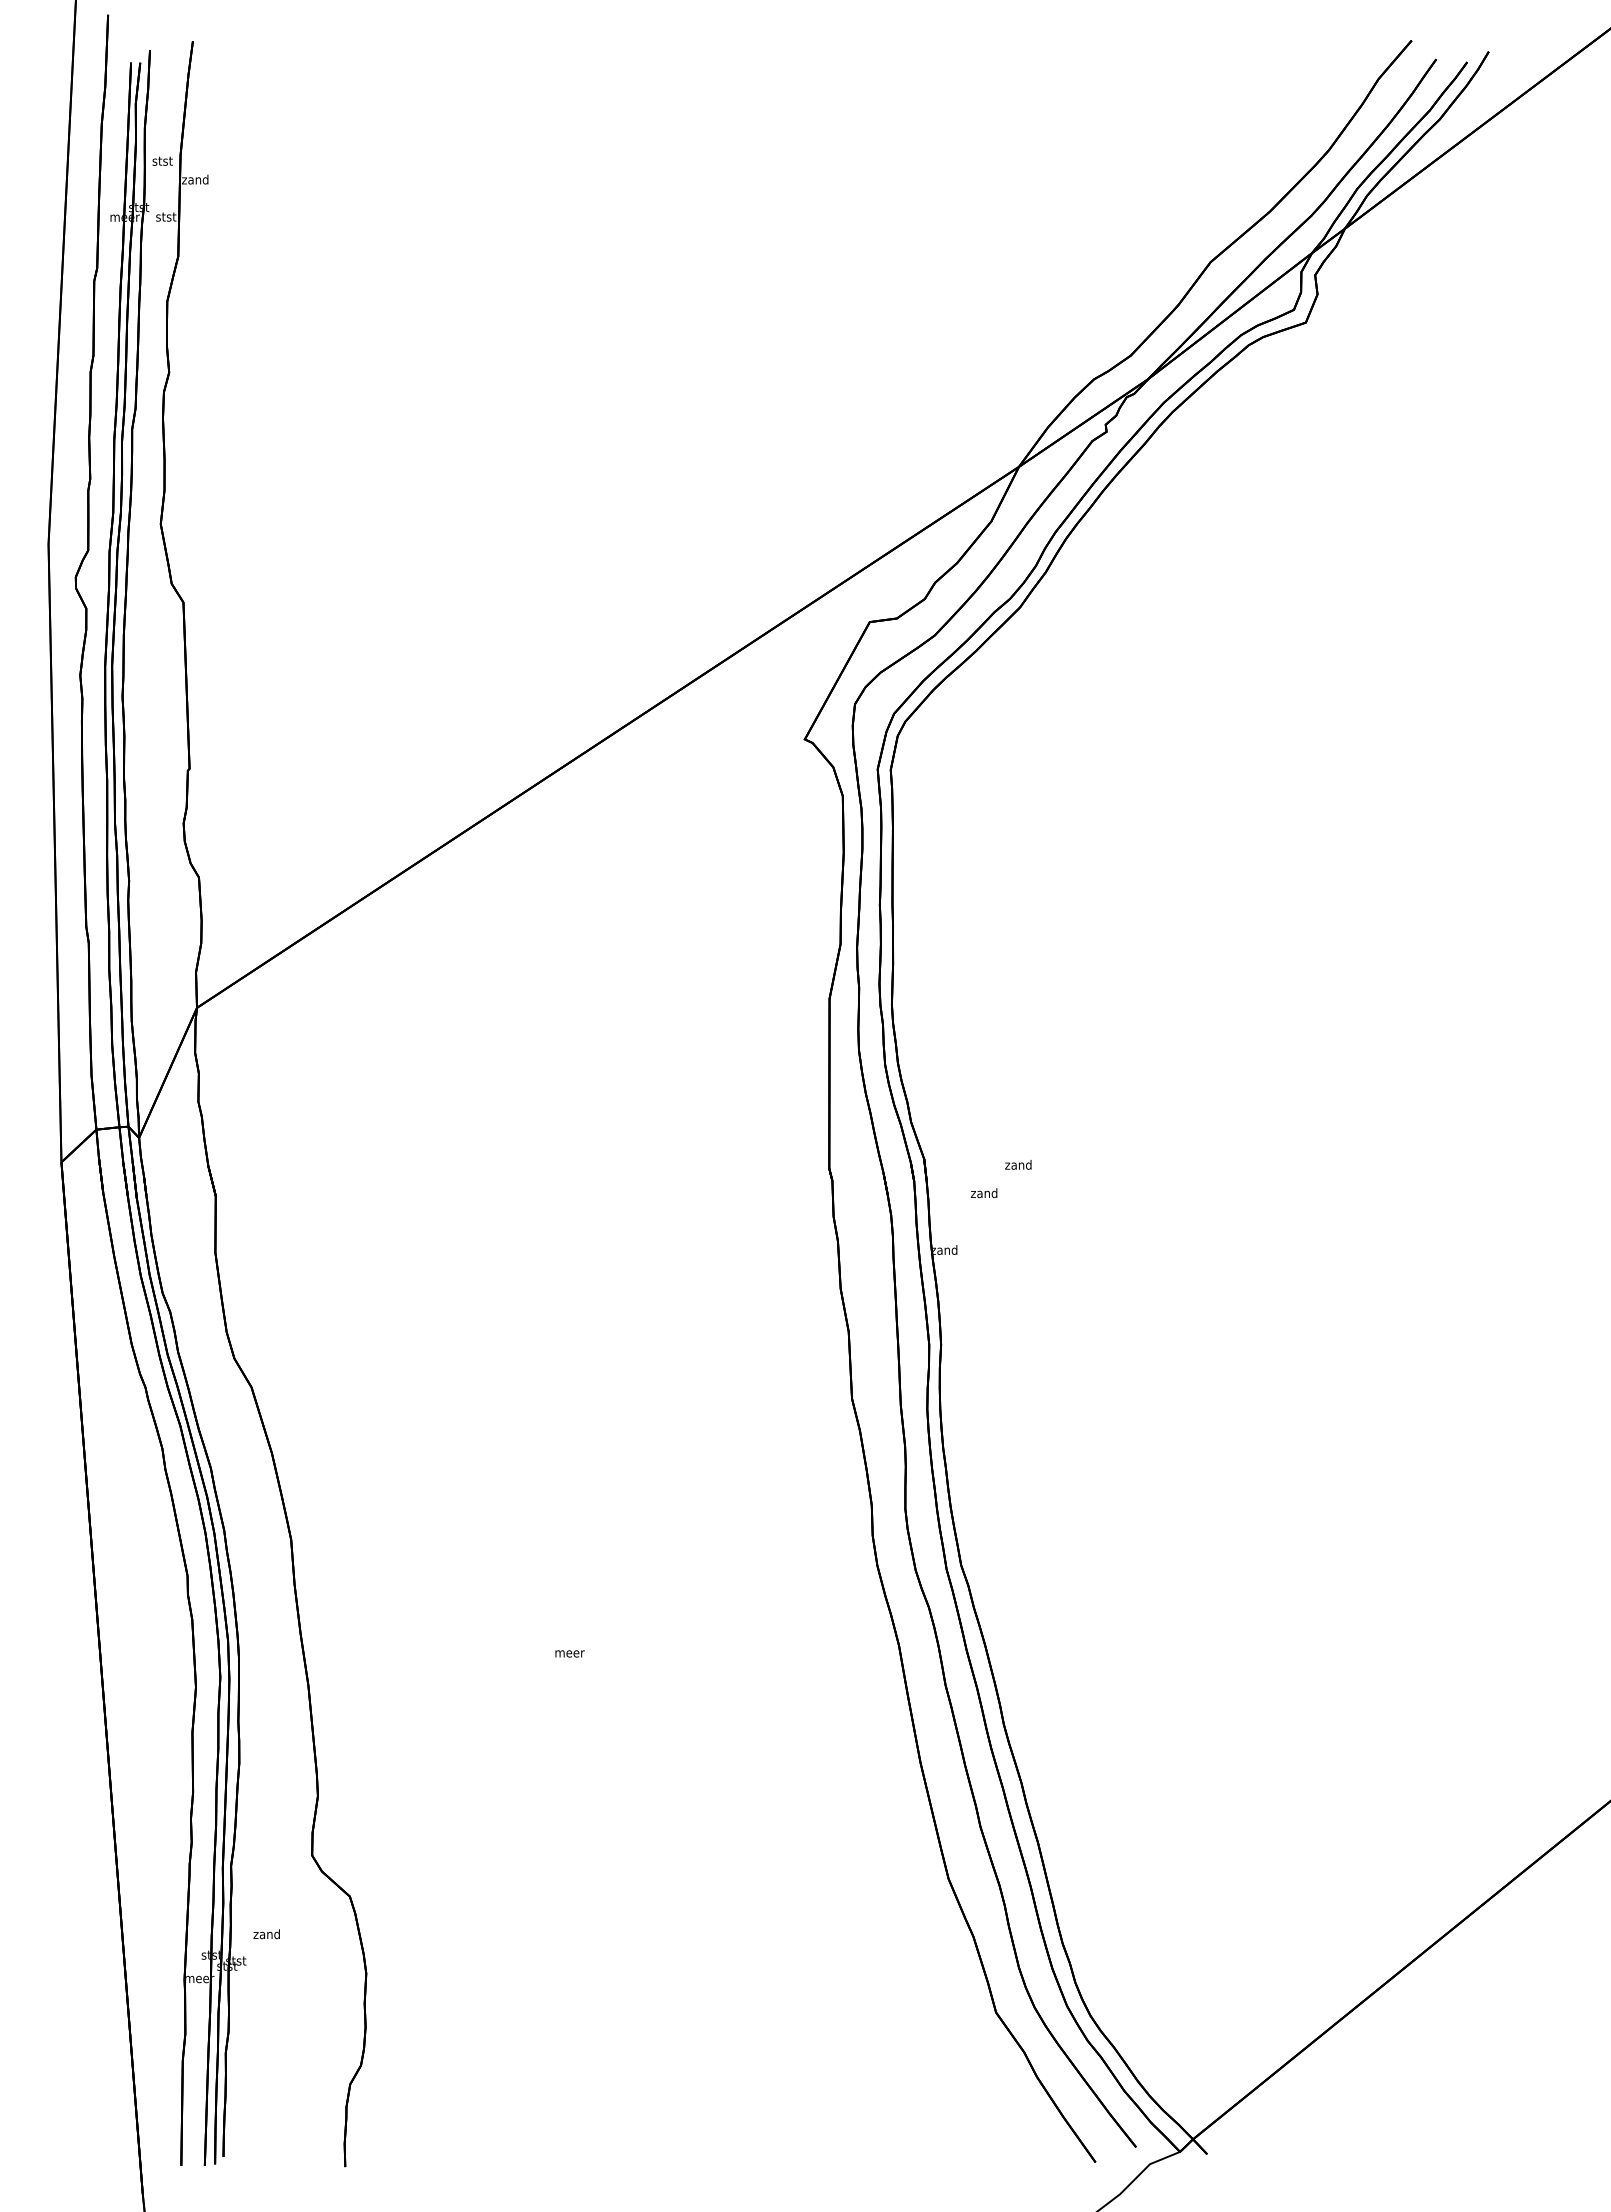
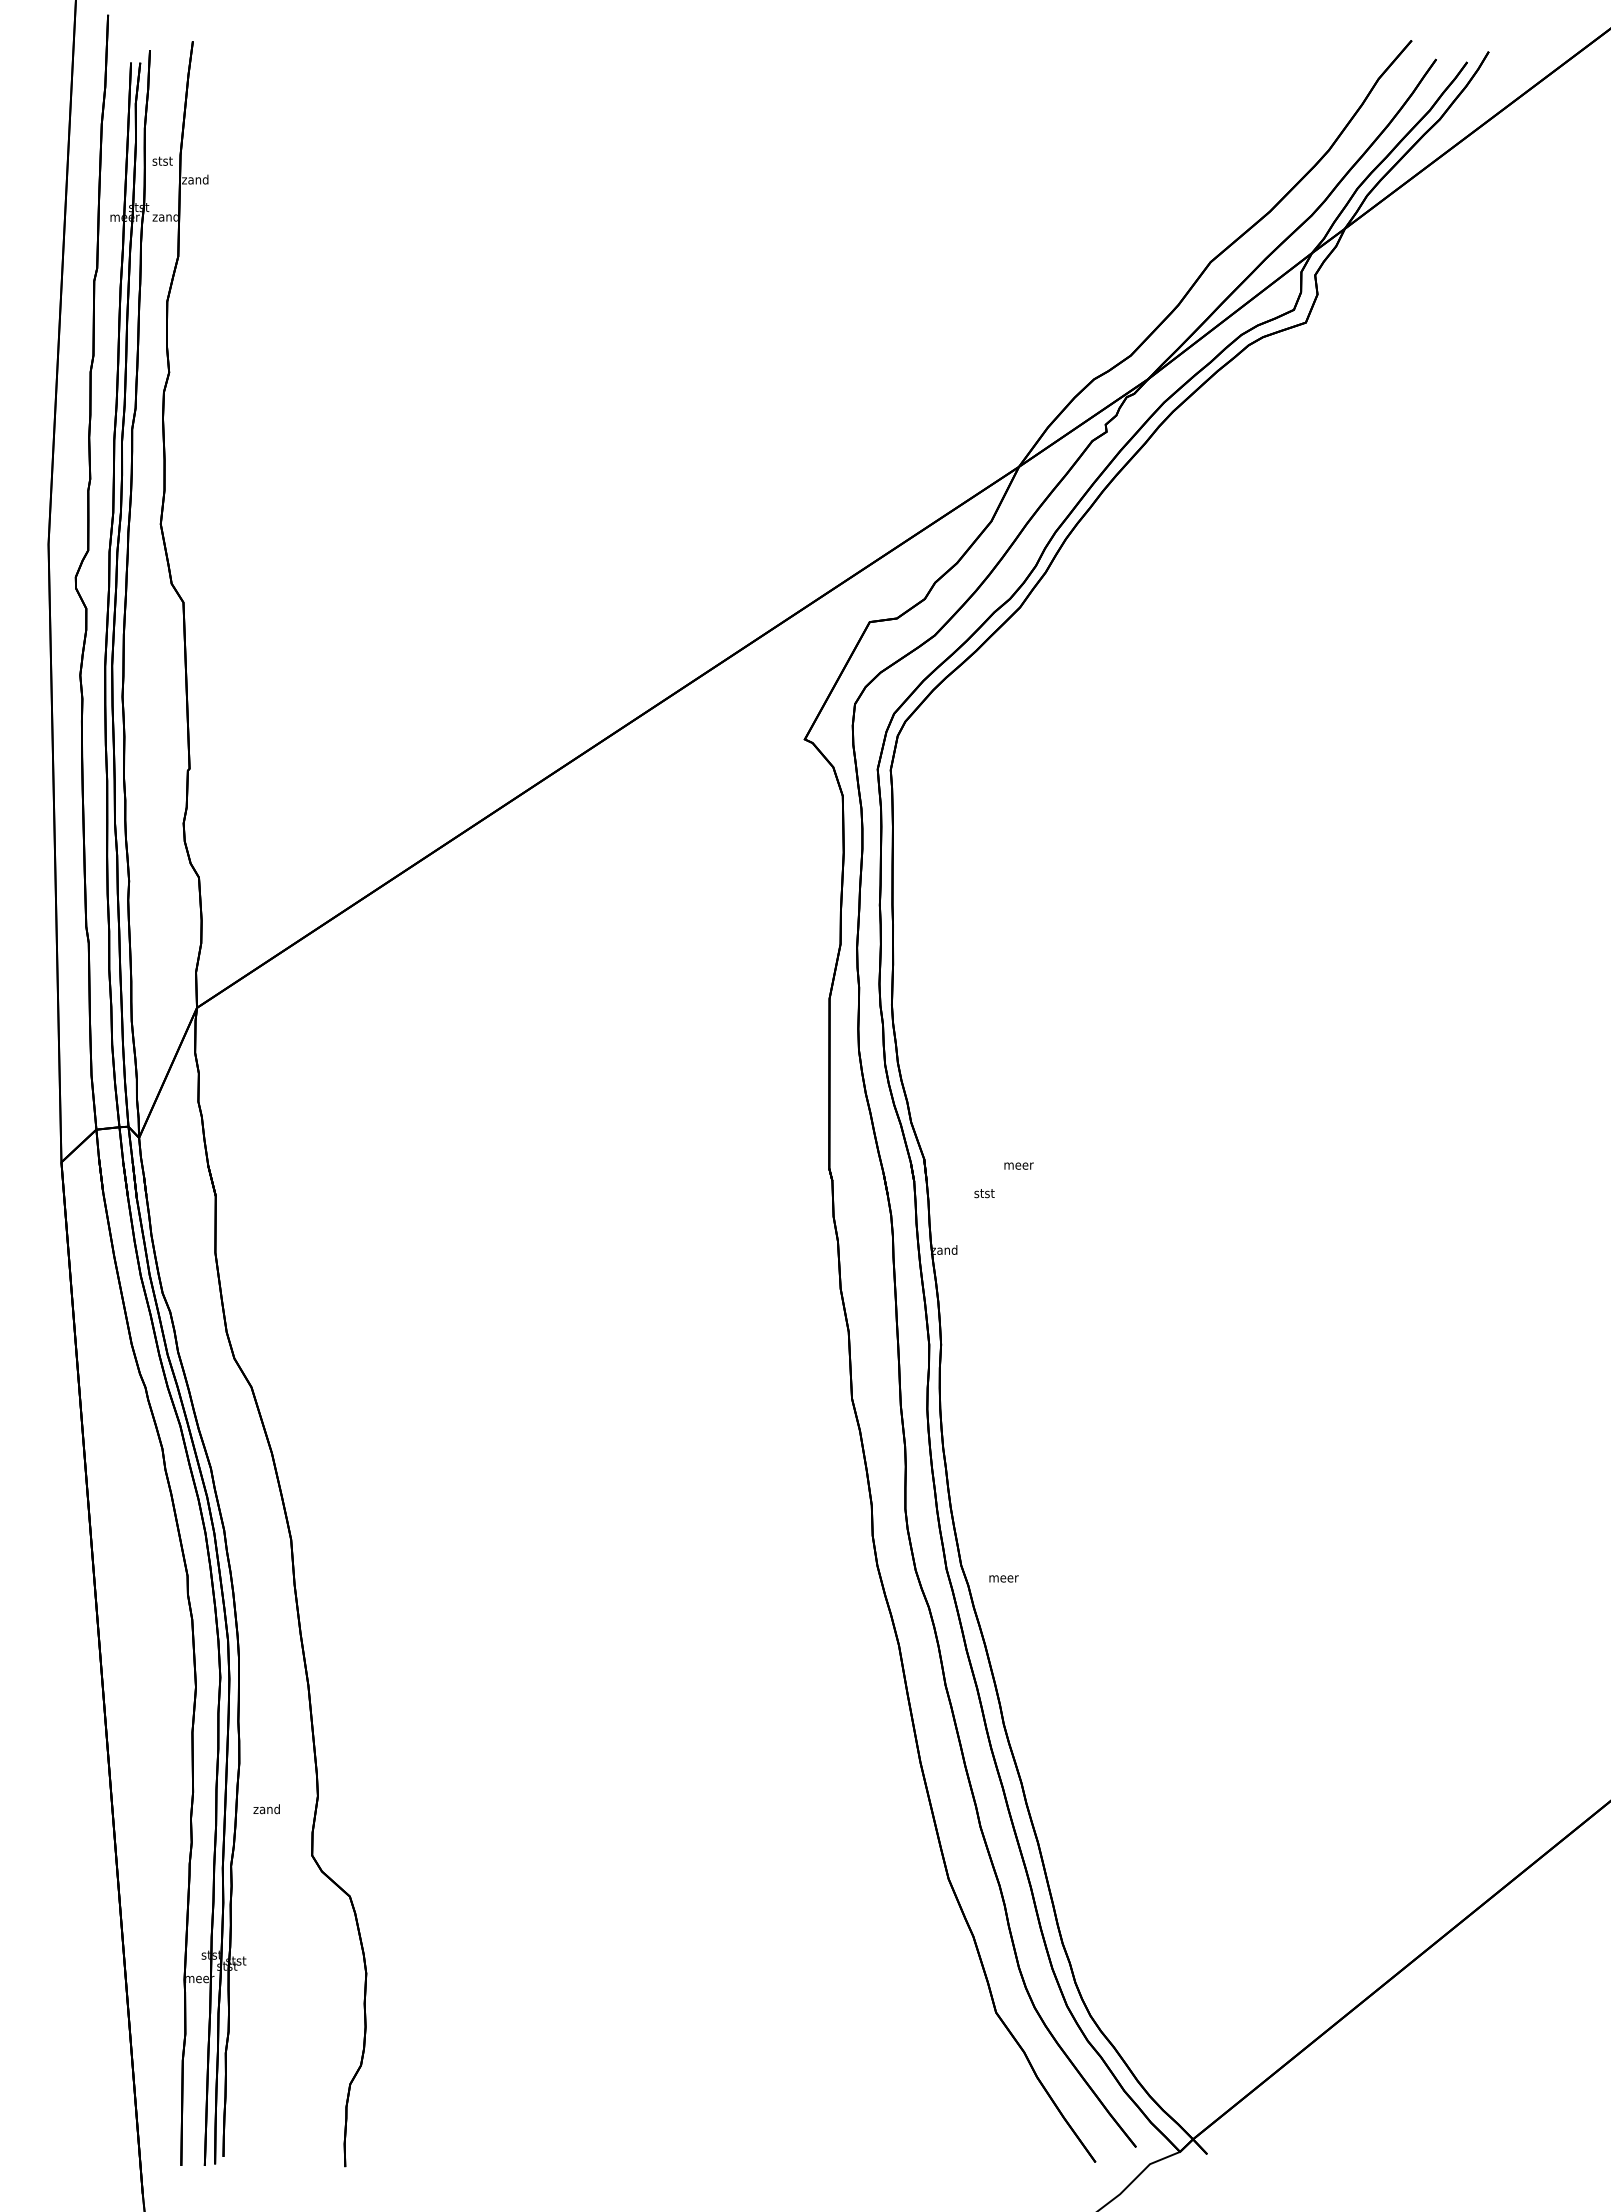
text at (164, 216): stst -> zand
text at (1018, 1164): zand -> meer
text at (983, 1193): zand -> stst
text at (569, 1653) position: (569, 1653) -> (1003, 1578)
text at (266, 1934) position: (266, 1934) -> (266, 1809)
